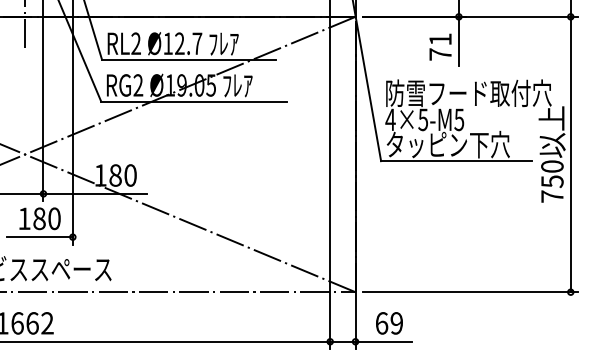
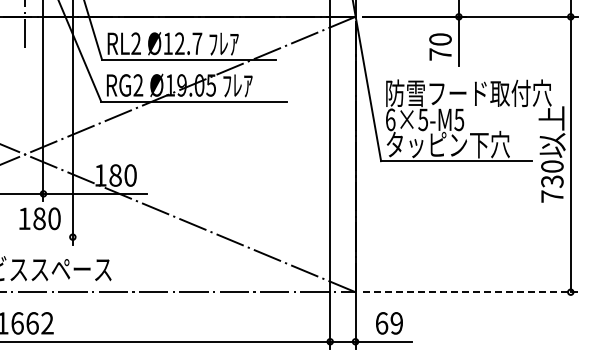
text at (440, 39): 71 -> 70
text at (390, 119): 4×5-M5 -> 6×5-M5
text at (552, 181): 750 -> 730
line at (39, 237): present -> none
line at (470, 292): solid -> dashed
